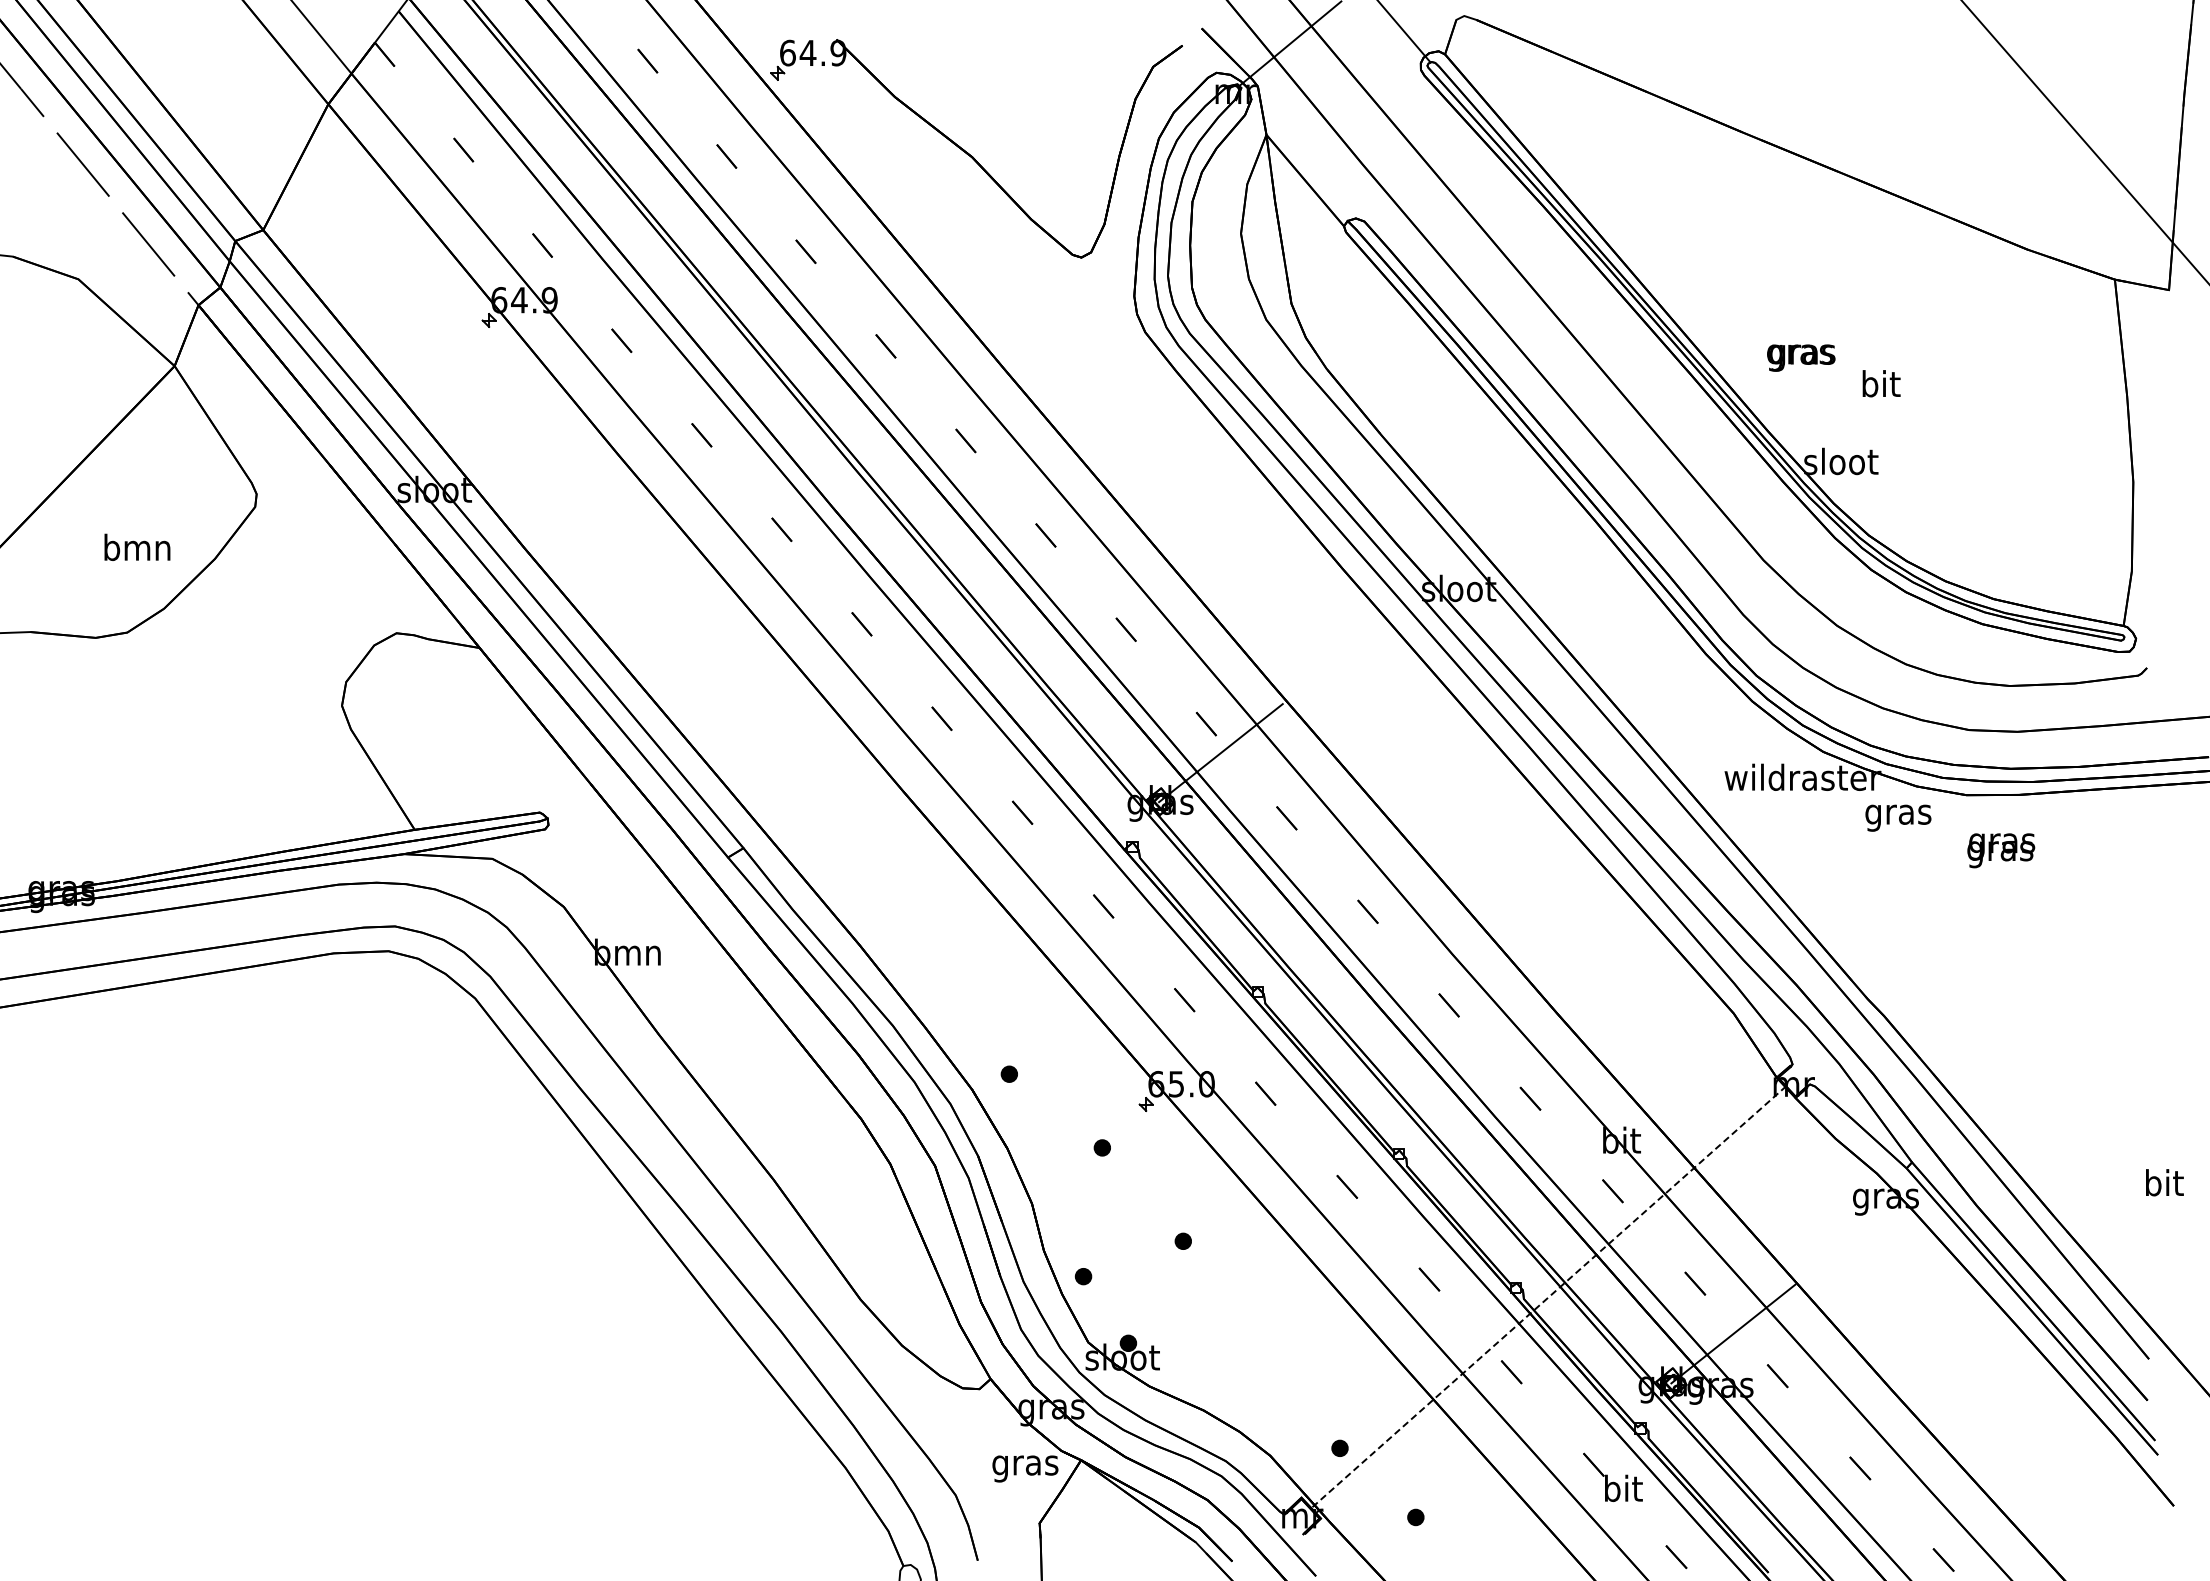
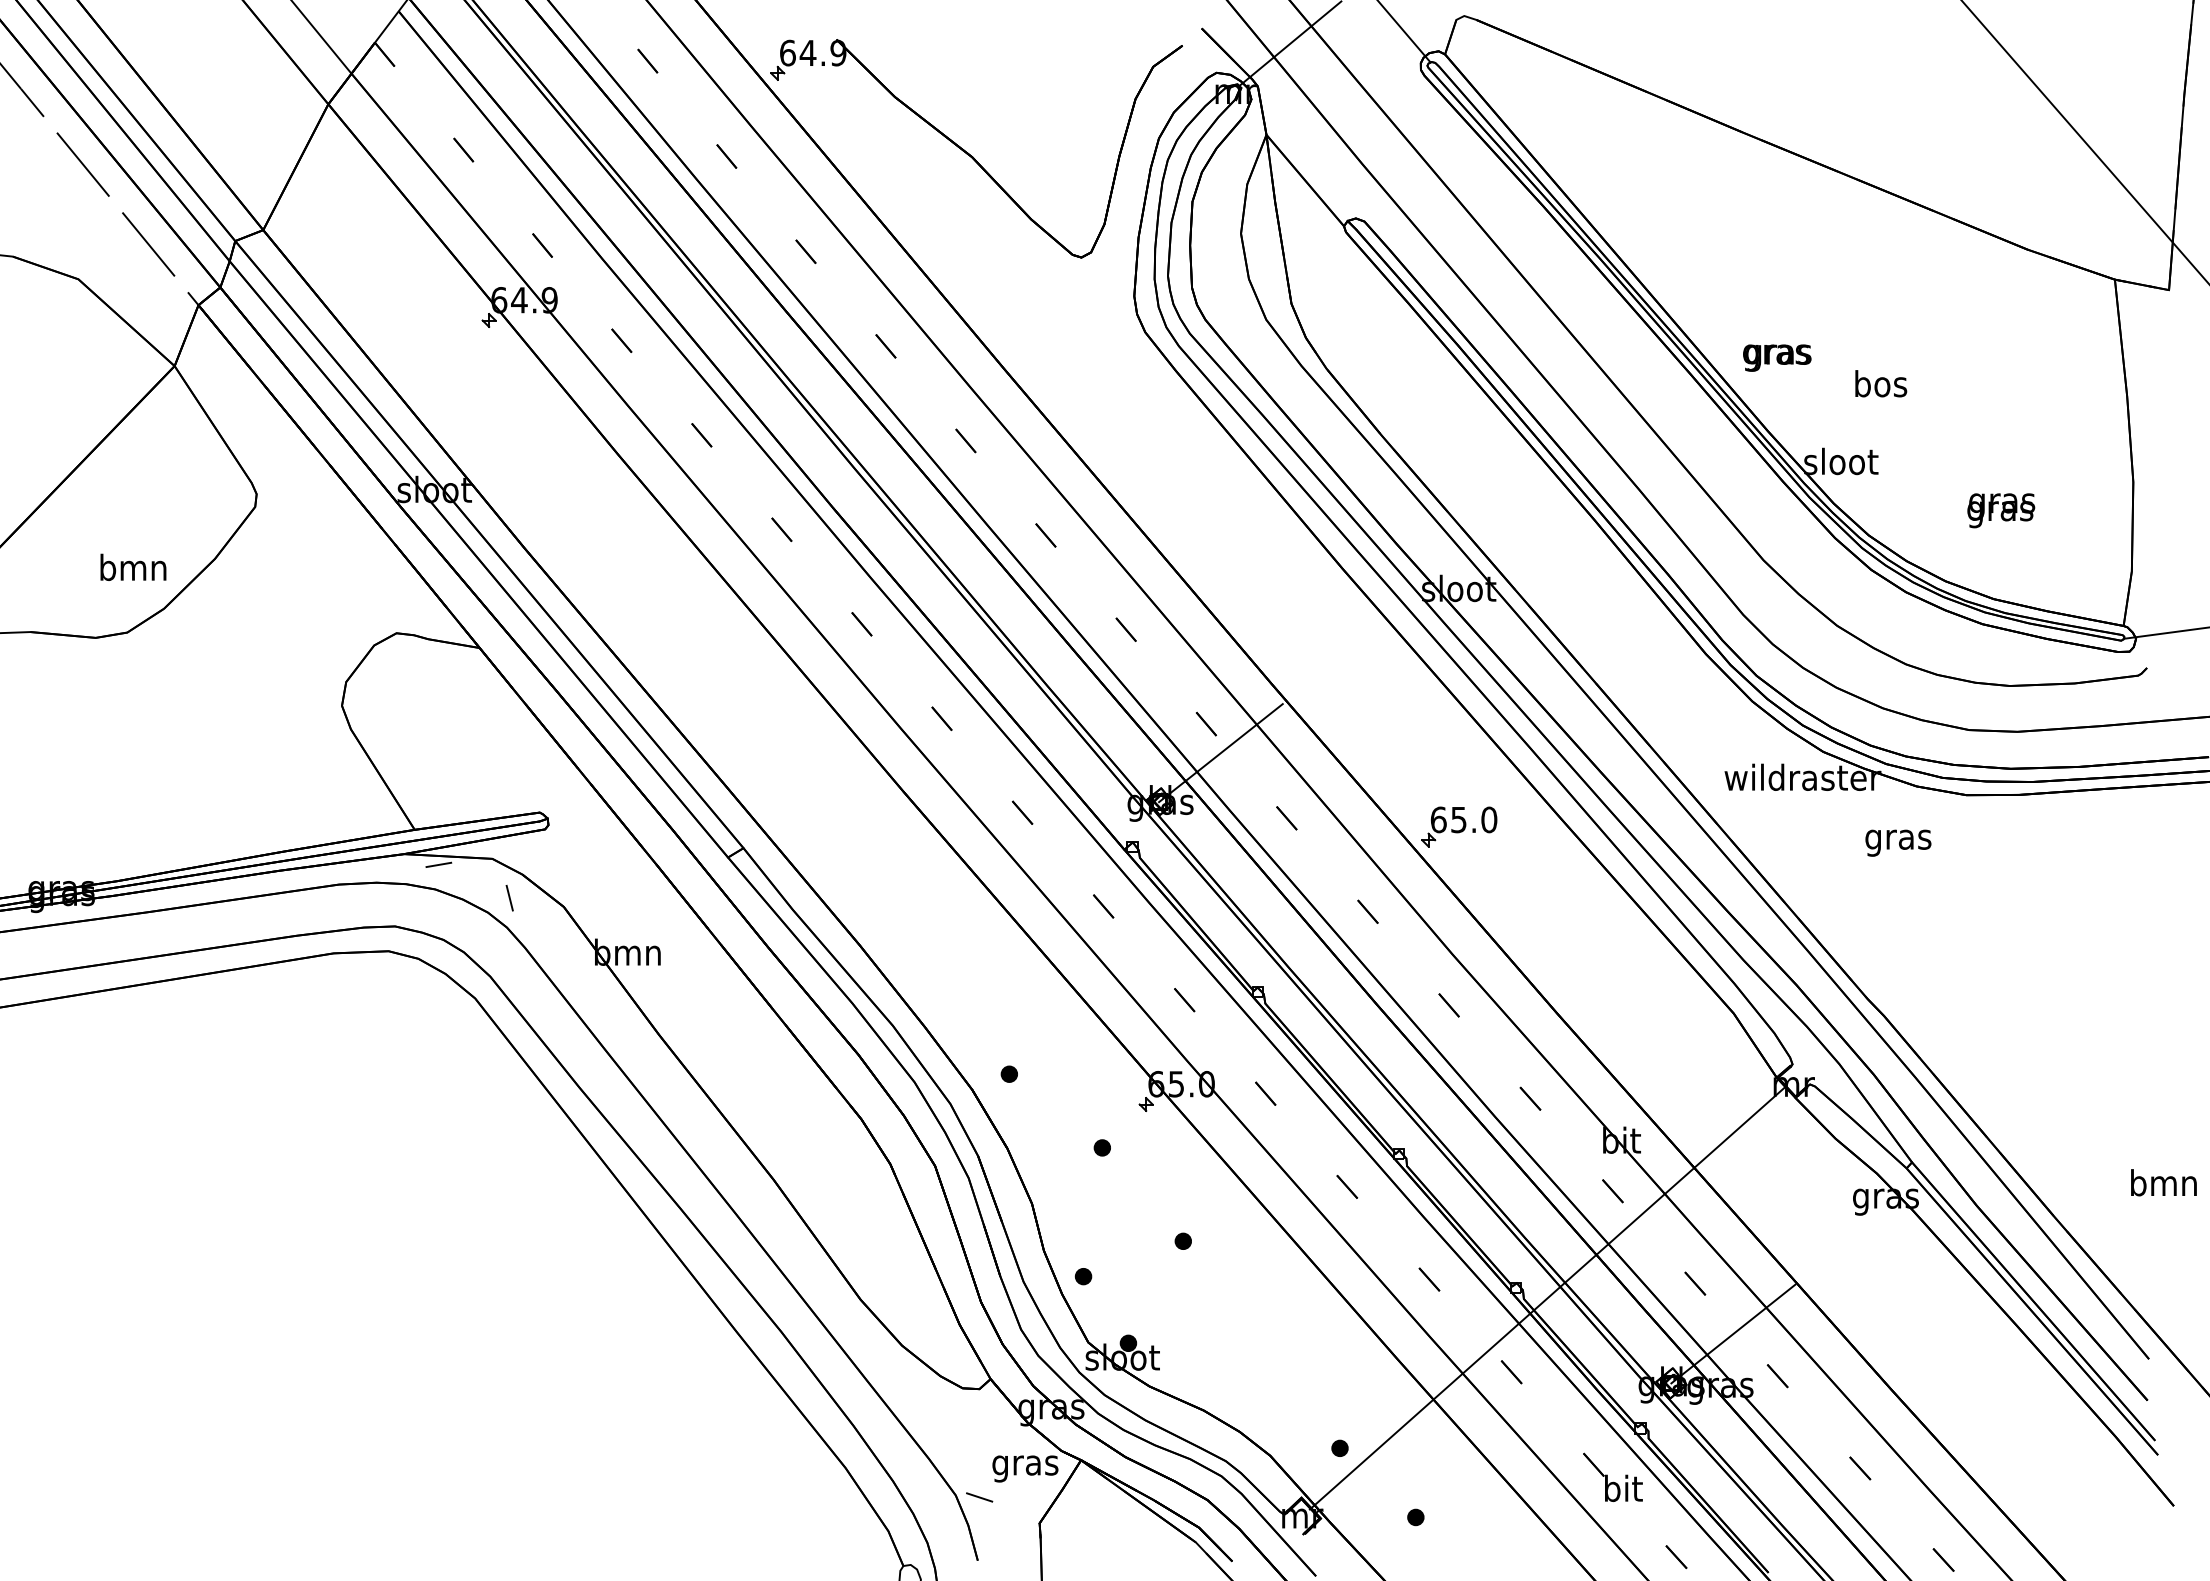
text at (1801, 357) position: (1801, 357) -> (1777, 357)
text at (1881, 383): bit -> bos
text at (137, 546) position: (137, 546) -> (133, 566)
line at (2164, 632): none -> present
text at (1898, 817) position: (1898, 817) -> (1898, 842)
part at (1459, 826): none -> present
text at (2001, 850) position: (2001, 850) -> (2001, 510)
line at (438, 864): none -> present
line at (509, 897): none -> present
text at (2163, 1182): bit -> bmn
line at (1548, 1297): dashed -> solid
line at (979, 1497): none -> present
